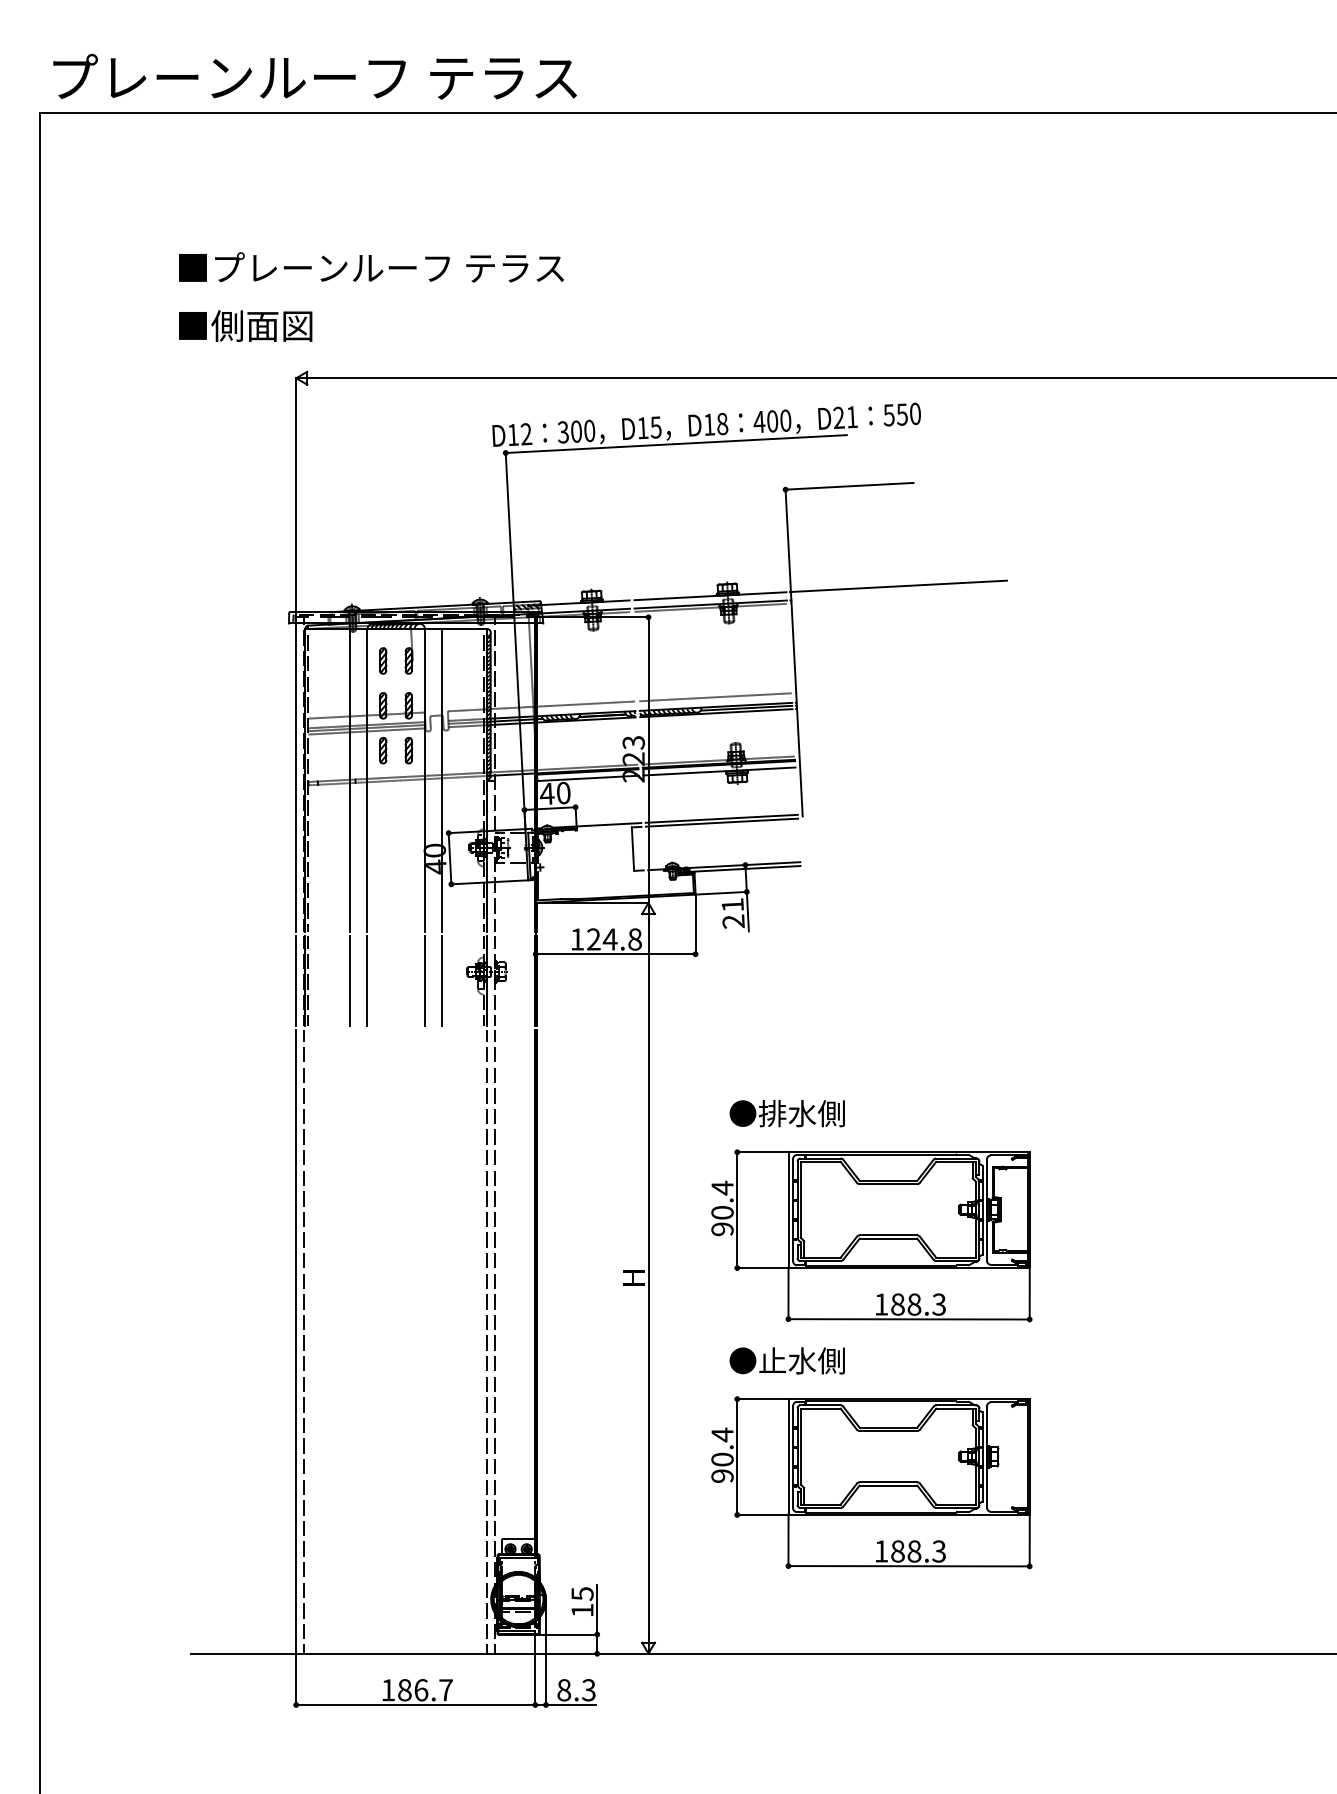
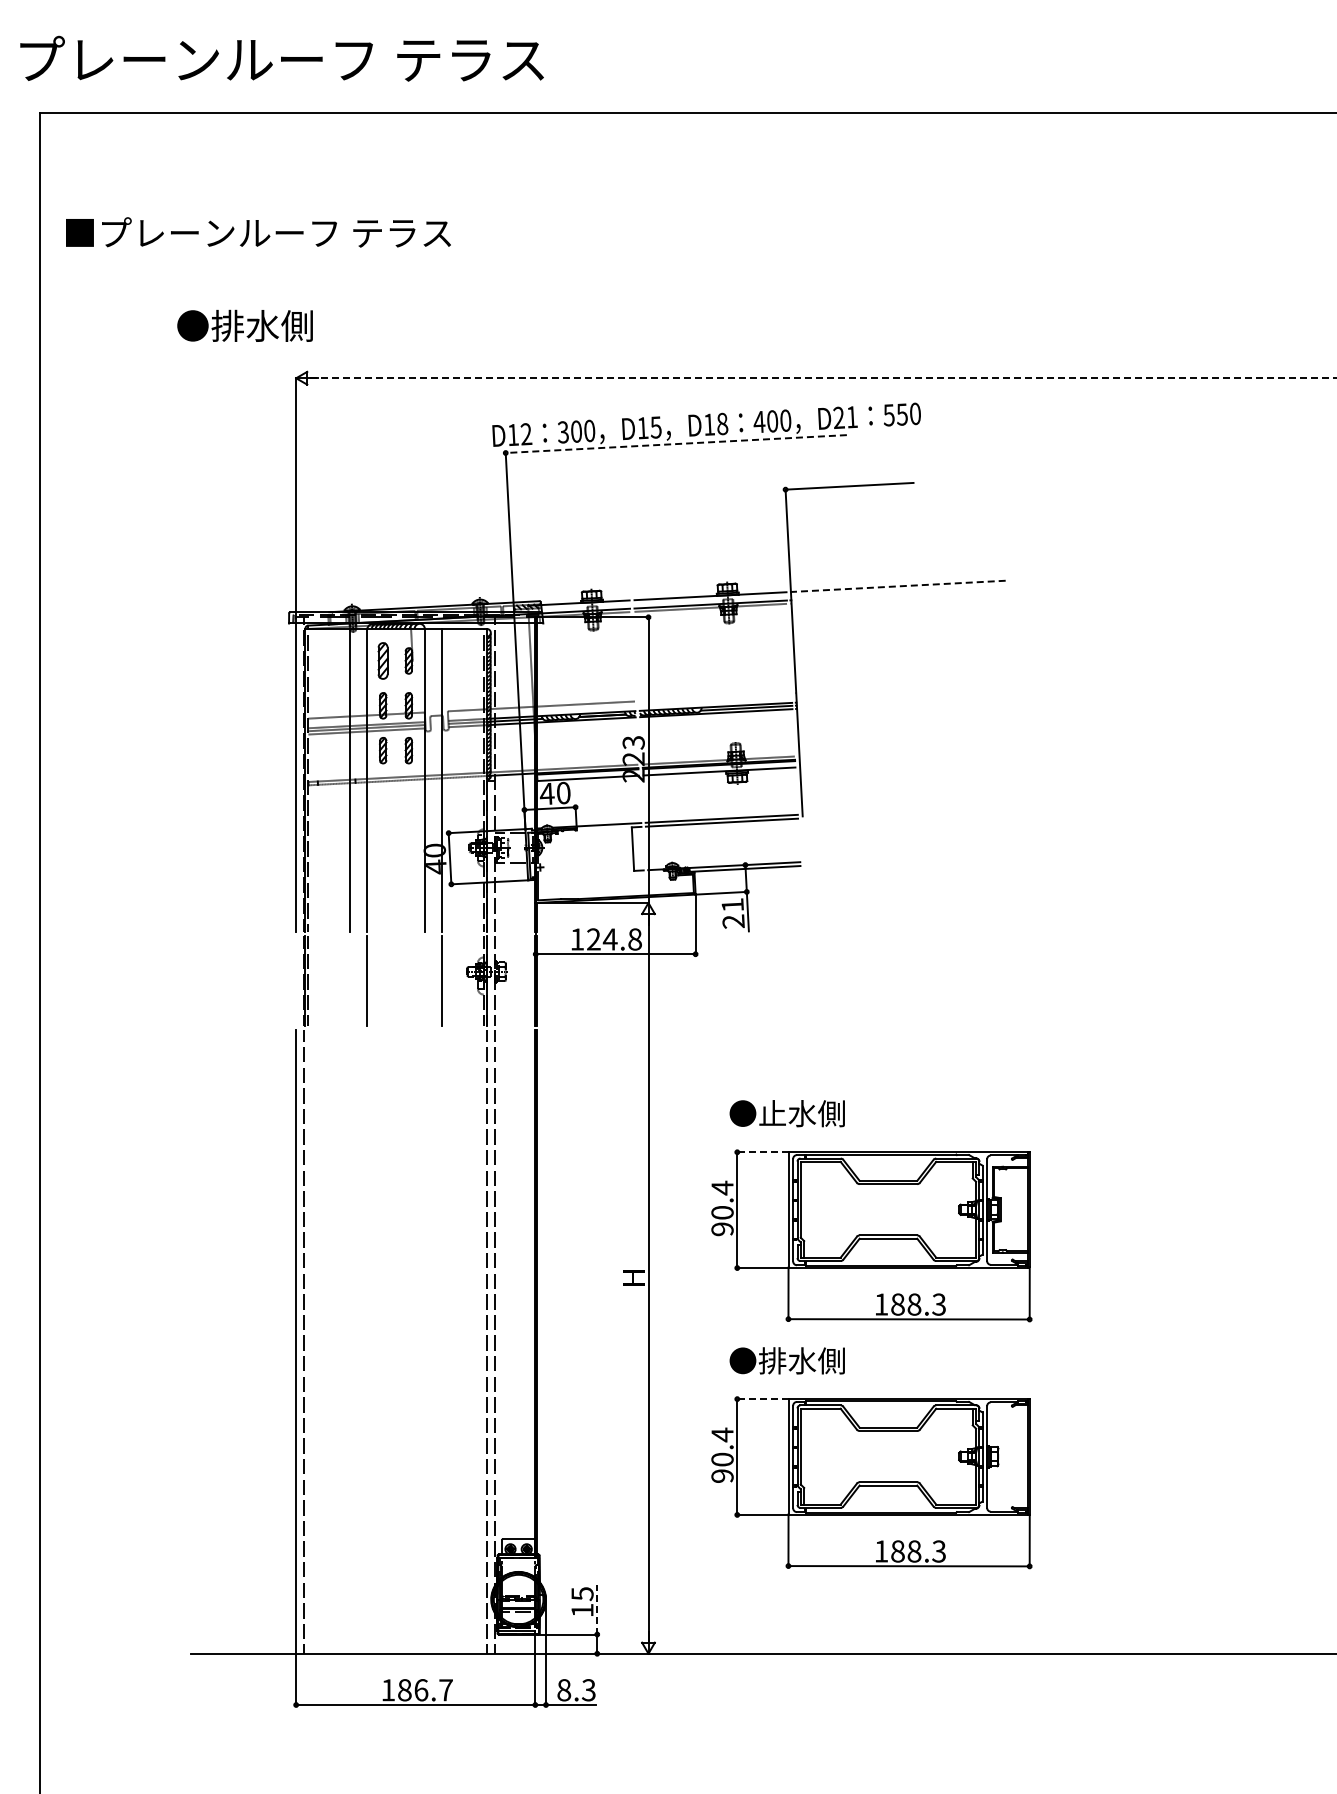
text at (314, 76) position: (314, 76) -> (281, 58)
text at (371, 267) position: (371, 267) -> (258, 232)
text at (244, 325): ■側面図 -> ●排水側
line at (822, 378): solid -> dashed
line at (676, 444): solid -> dashed
line at (898, 586): solid -> dashed
part at (383, 660) size: 9x28 px -> 12x38 px
line at (715, 697): present -> none
line at (296, 981): present -> none
line at (349, 981): present -> none
line at (424, 981): present -> none
text at (772, 1113): ●排水側 -> ●止水側
line at (763, 1152): solid -> dashed
text at (772, 1360): ●止水側 -> ●排水側
line at (763, 1399): solid -> dashed
line at (597, 1609): solid -> dashed
